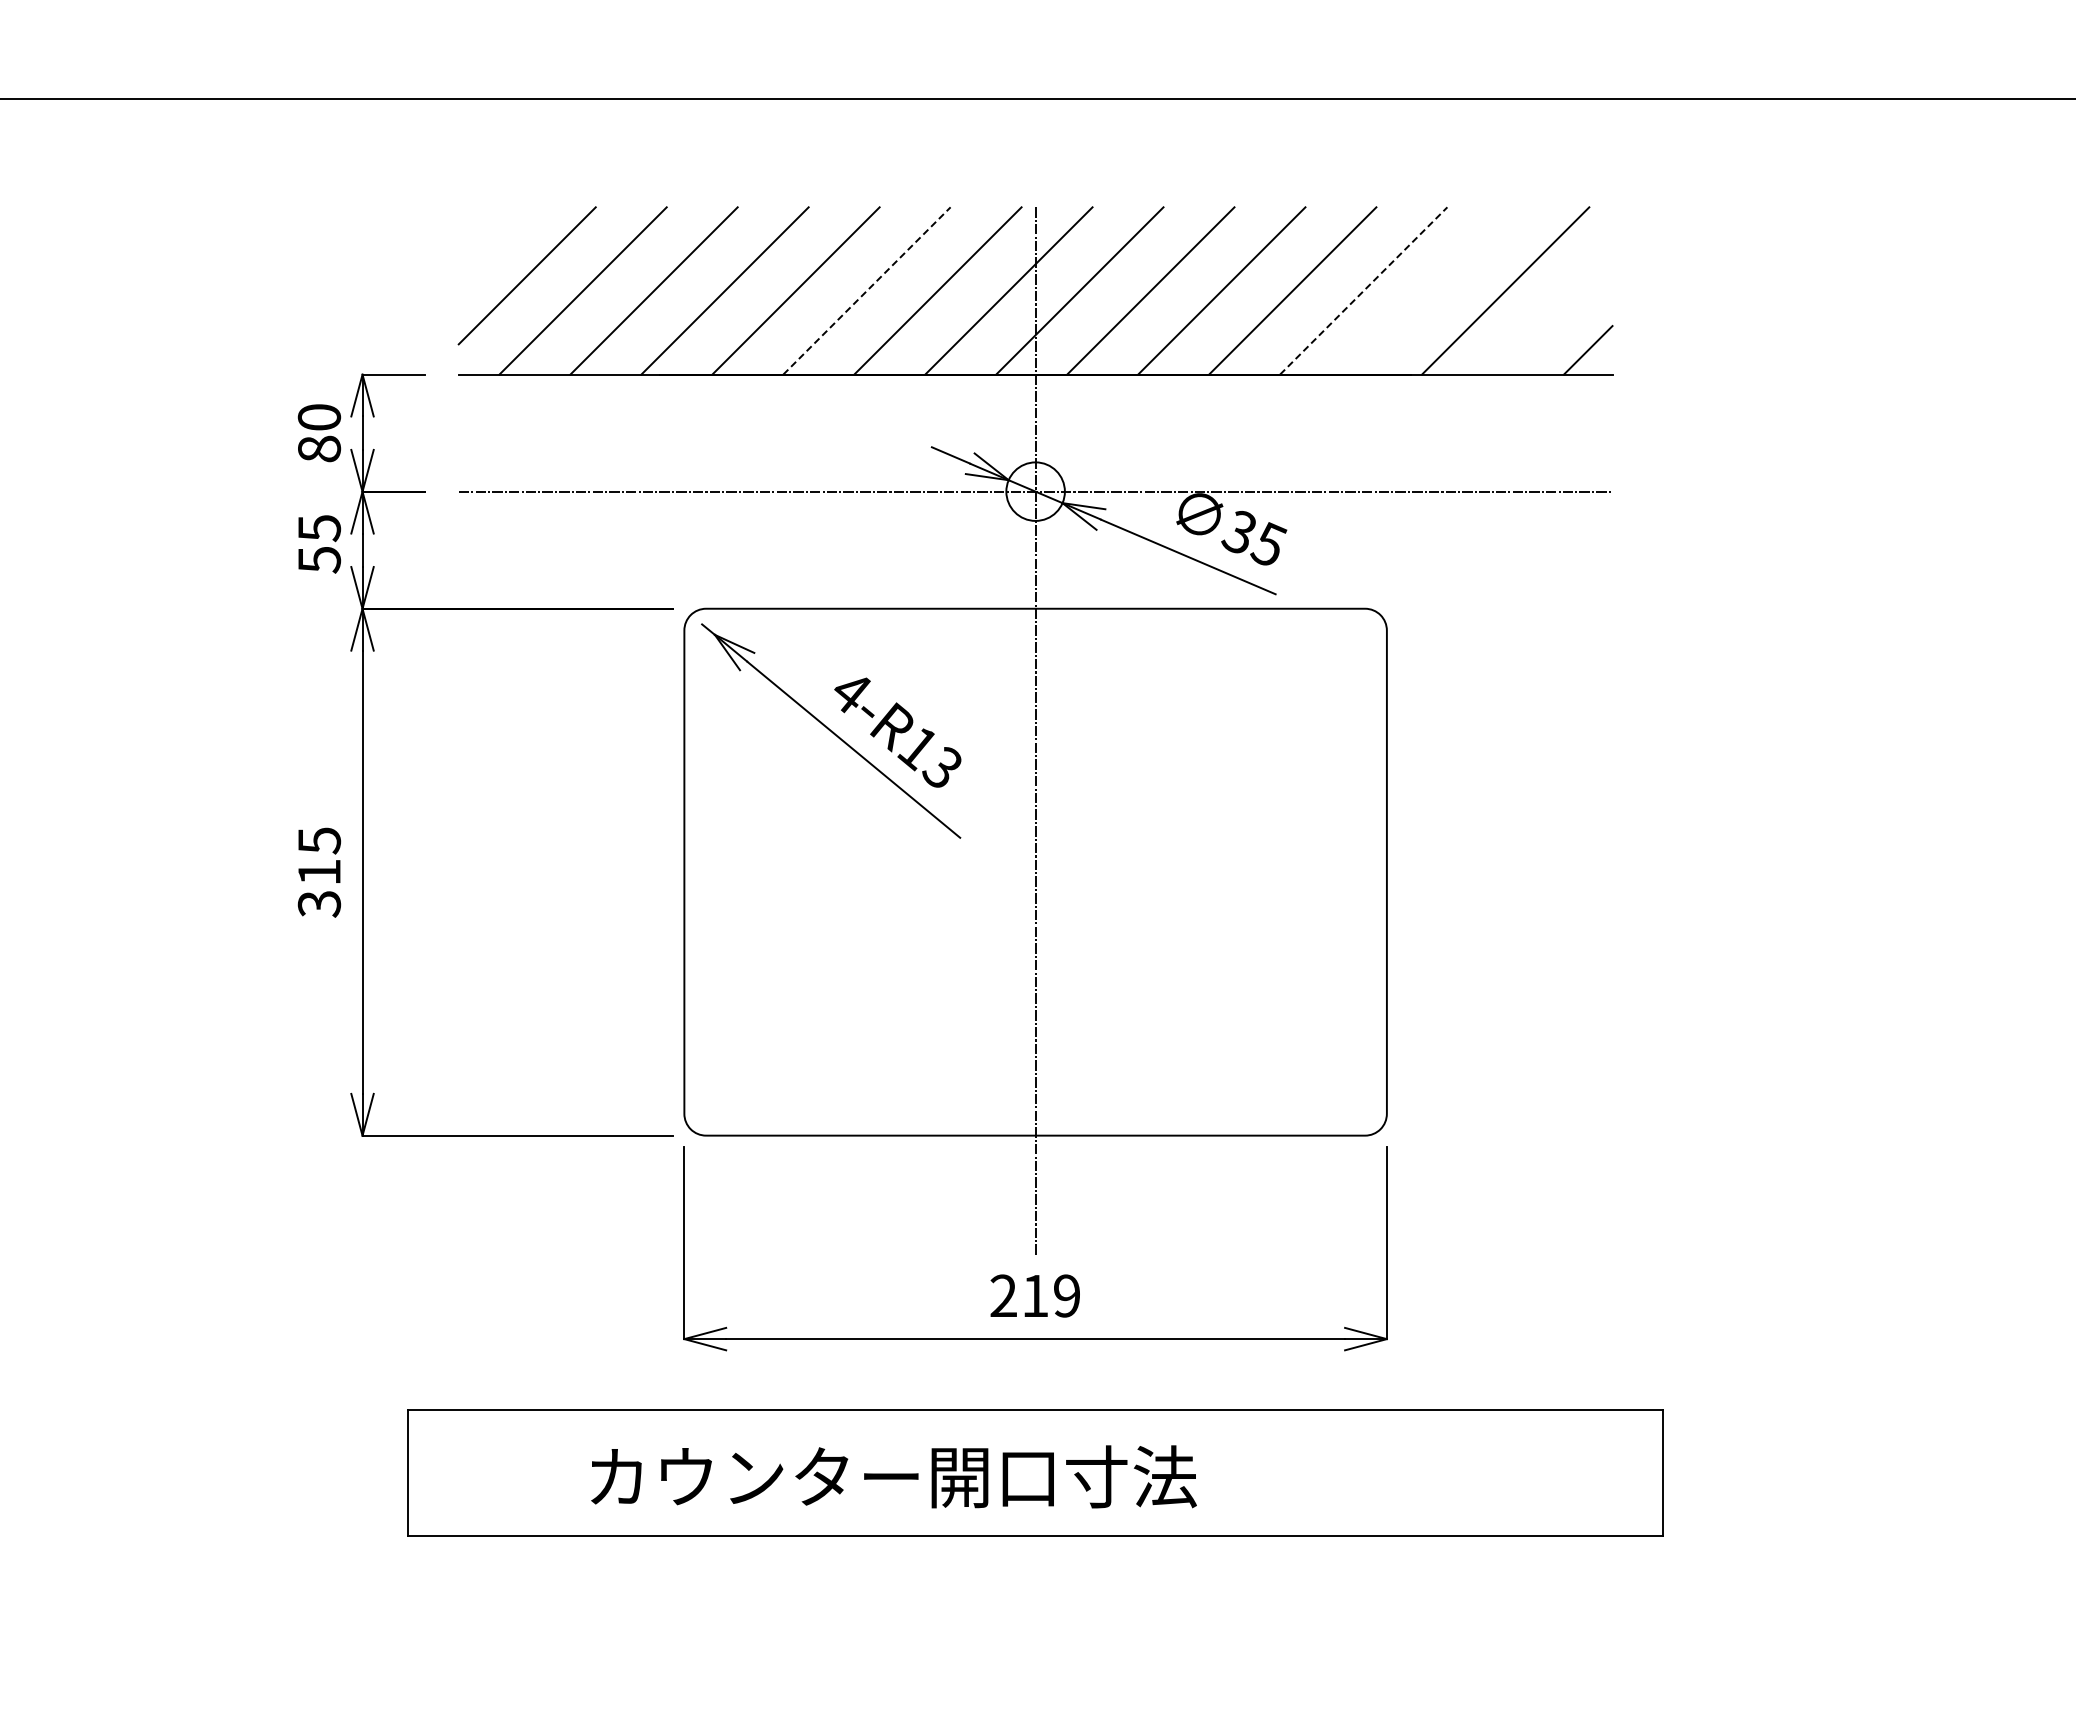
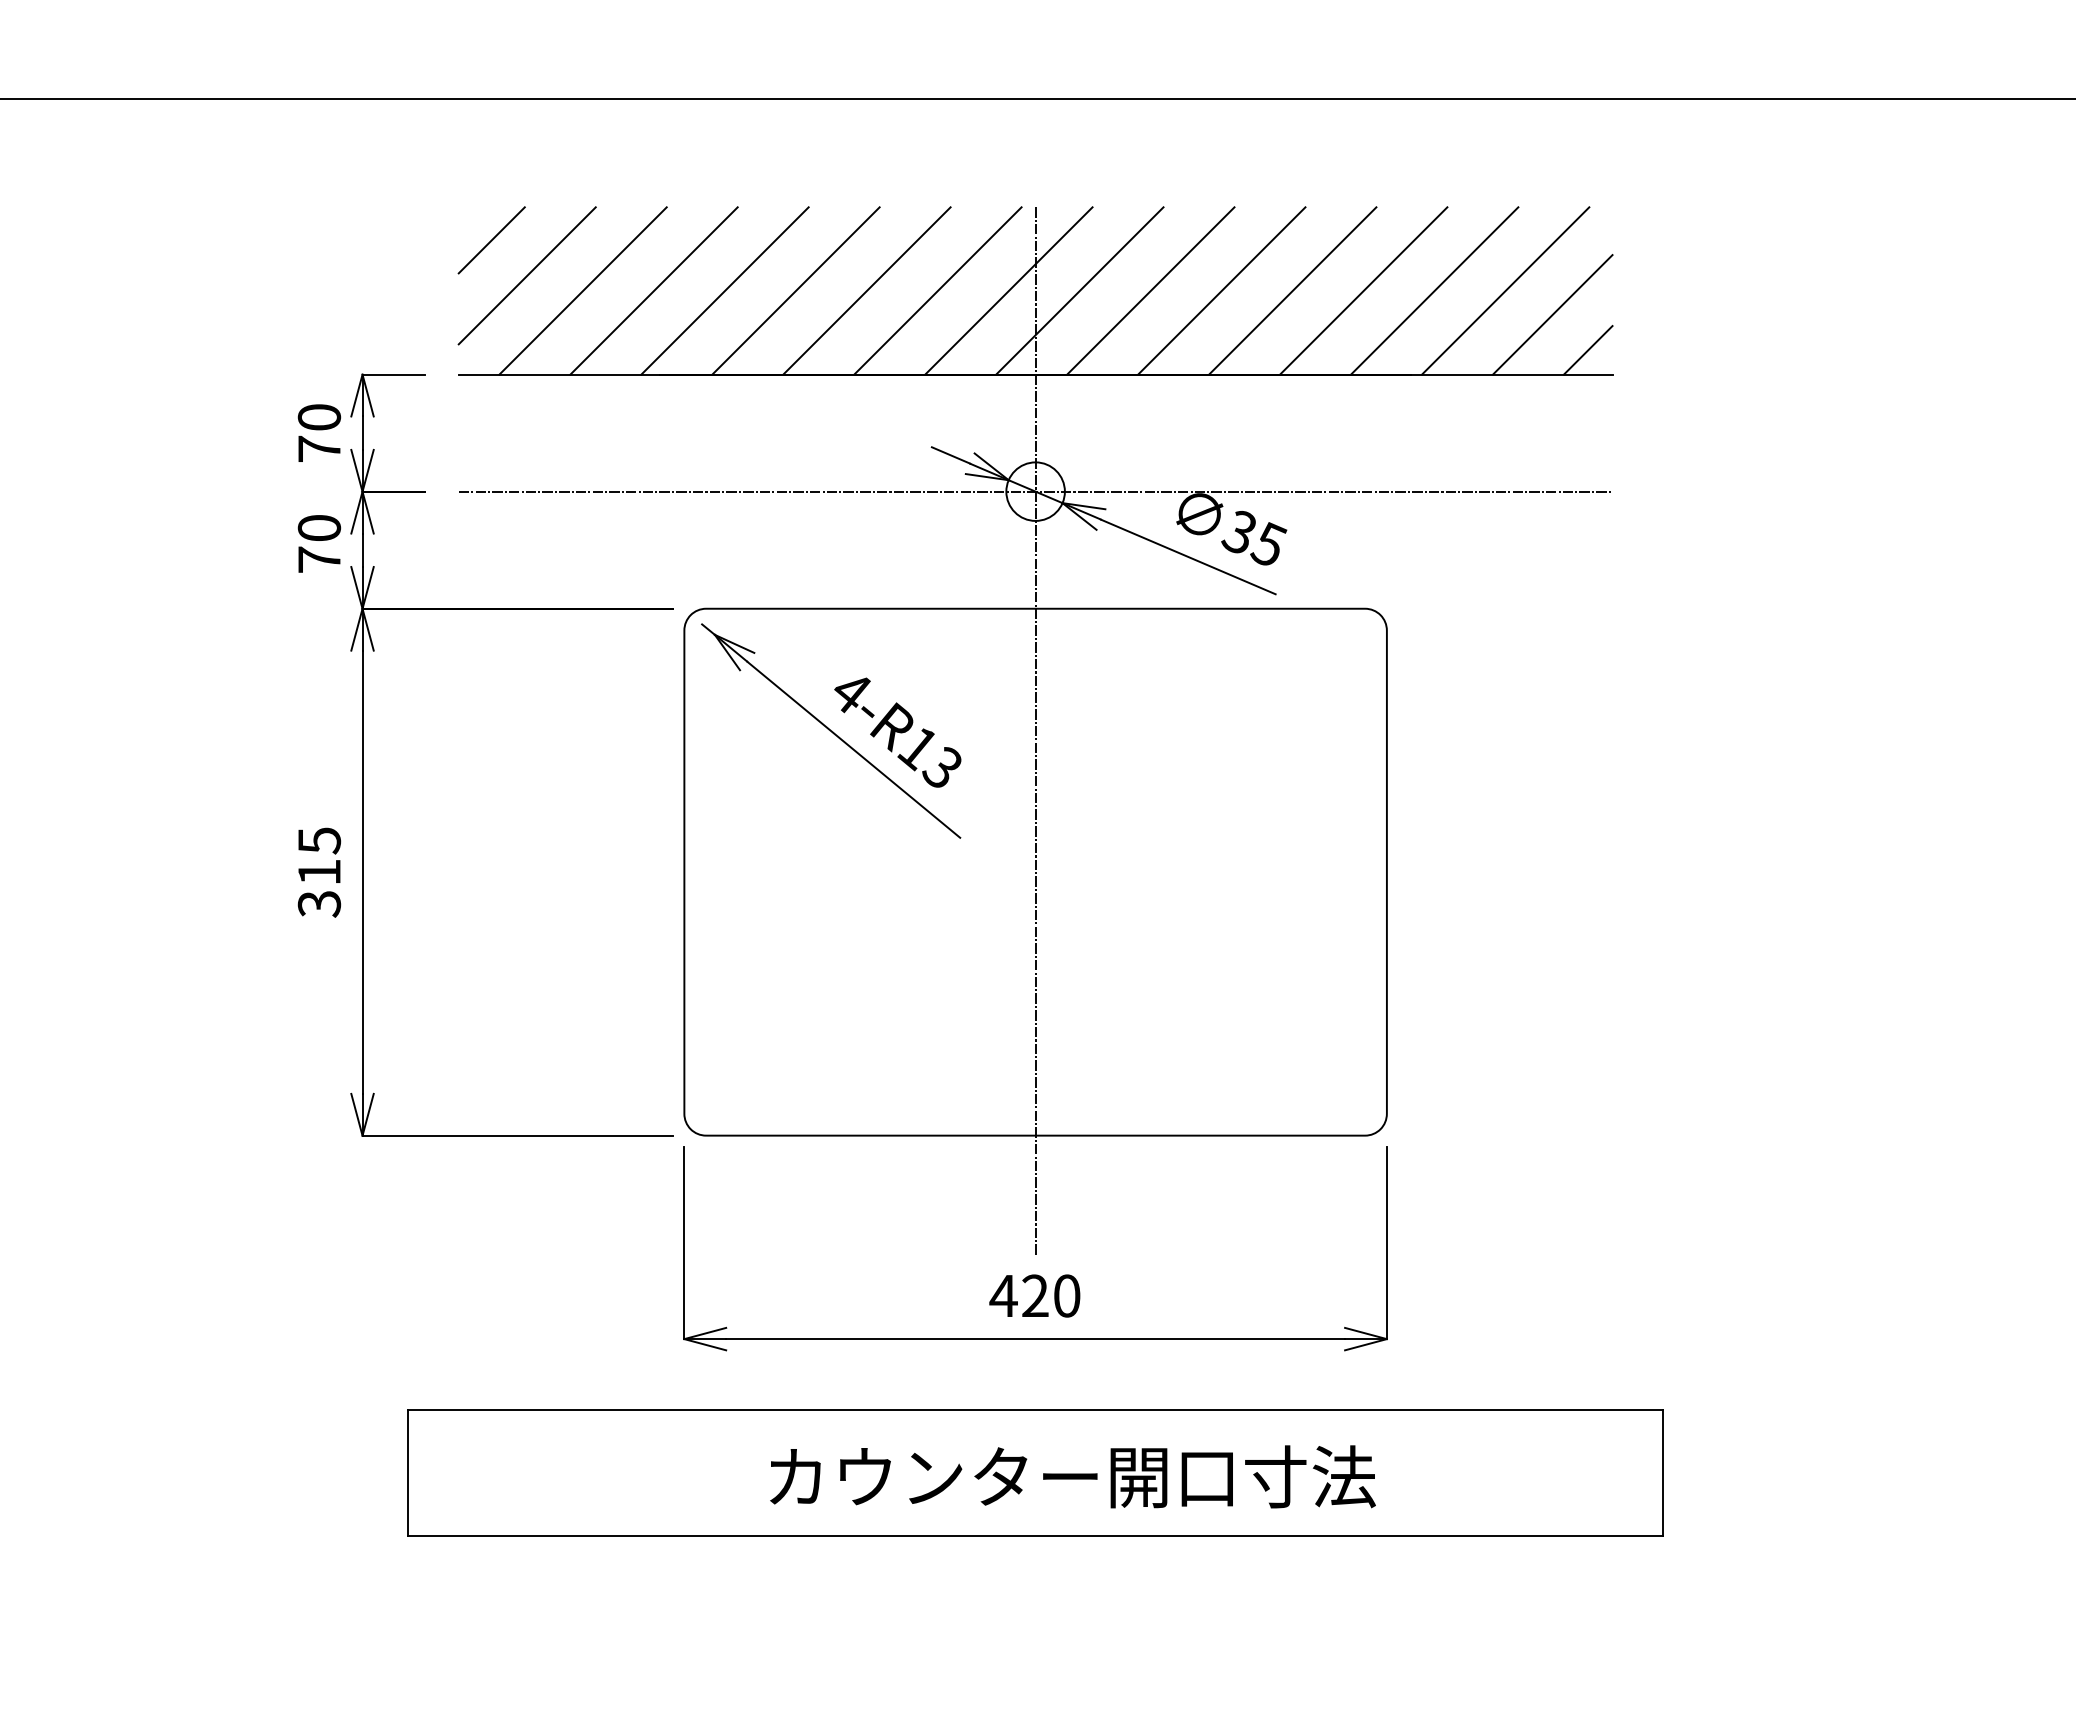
line at (491, 240): none -> present
line at (867, 290): dashed -> solid
line at (1364, 290): dashed -> solid
line at (1434, 290): none -> present
line at (1552, 314): none -> present
text at (319, 448): 80 -> 70
text at (319, 544): 55 -> 70
text at (1034, 1295): 219 -> 420
text at (893, 1476) position: (893, 1476) -> (1072, 1476)
